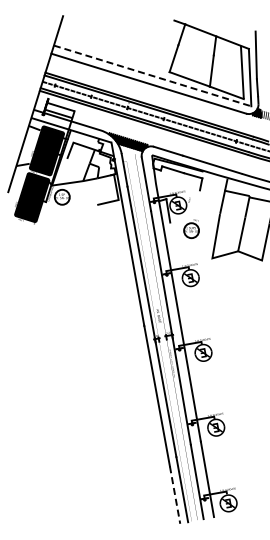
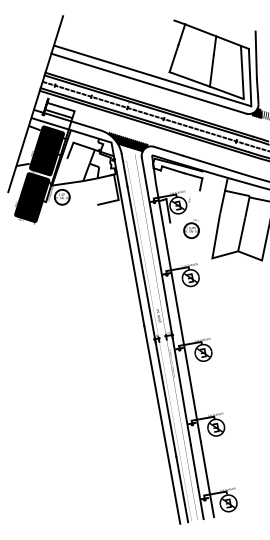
line at (153, 76): dashed -> solid
line at (175, 495): dashed -> solid
